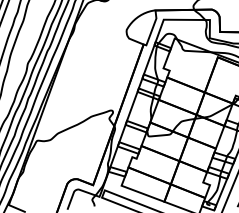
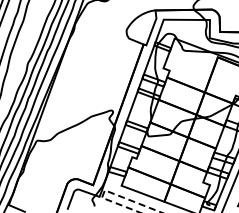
line at (110, 192): solid -> dashed
